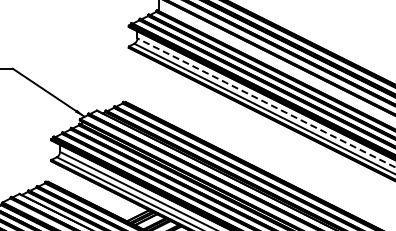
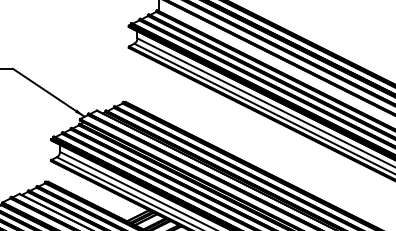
line at (266, 102): dashed -> solid
